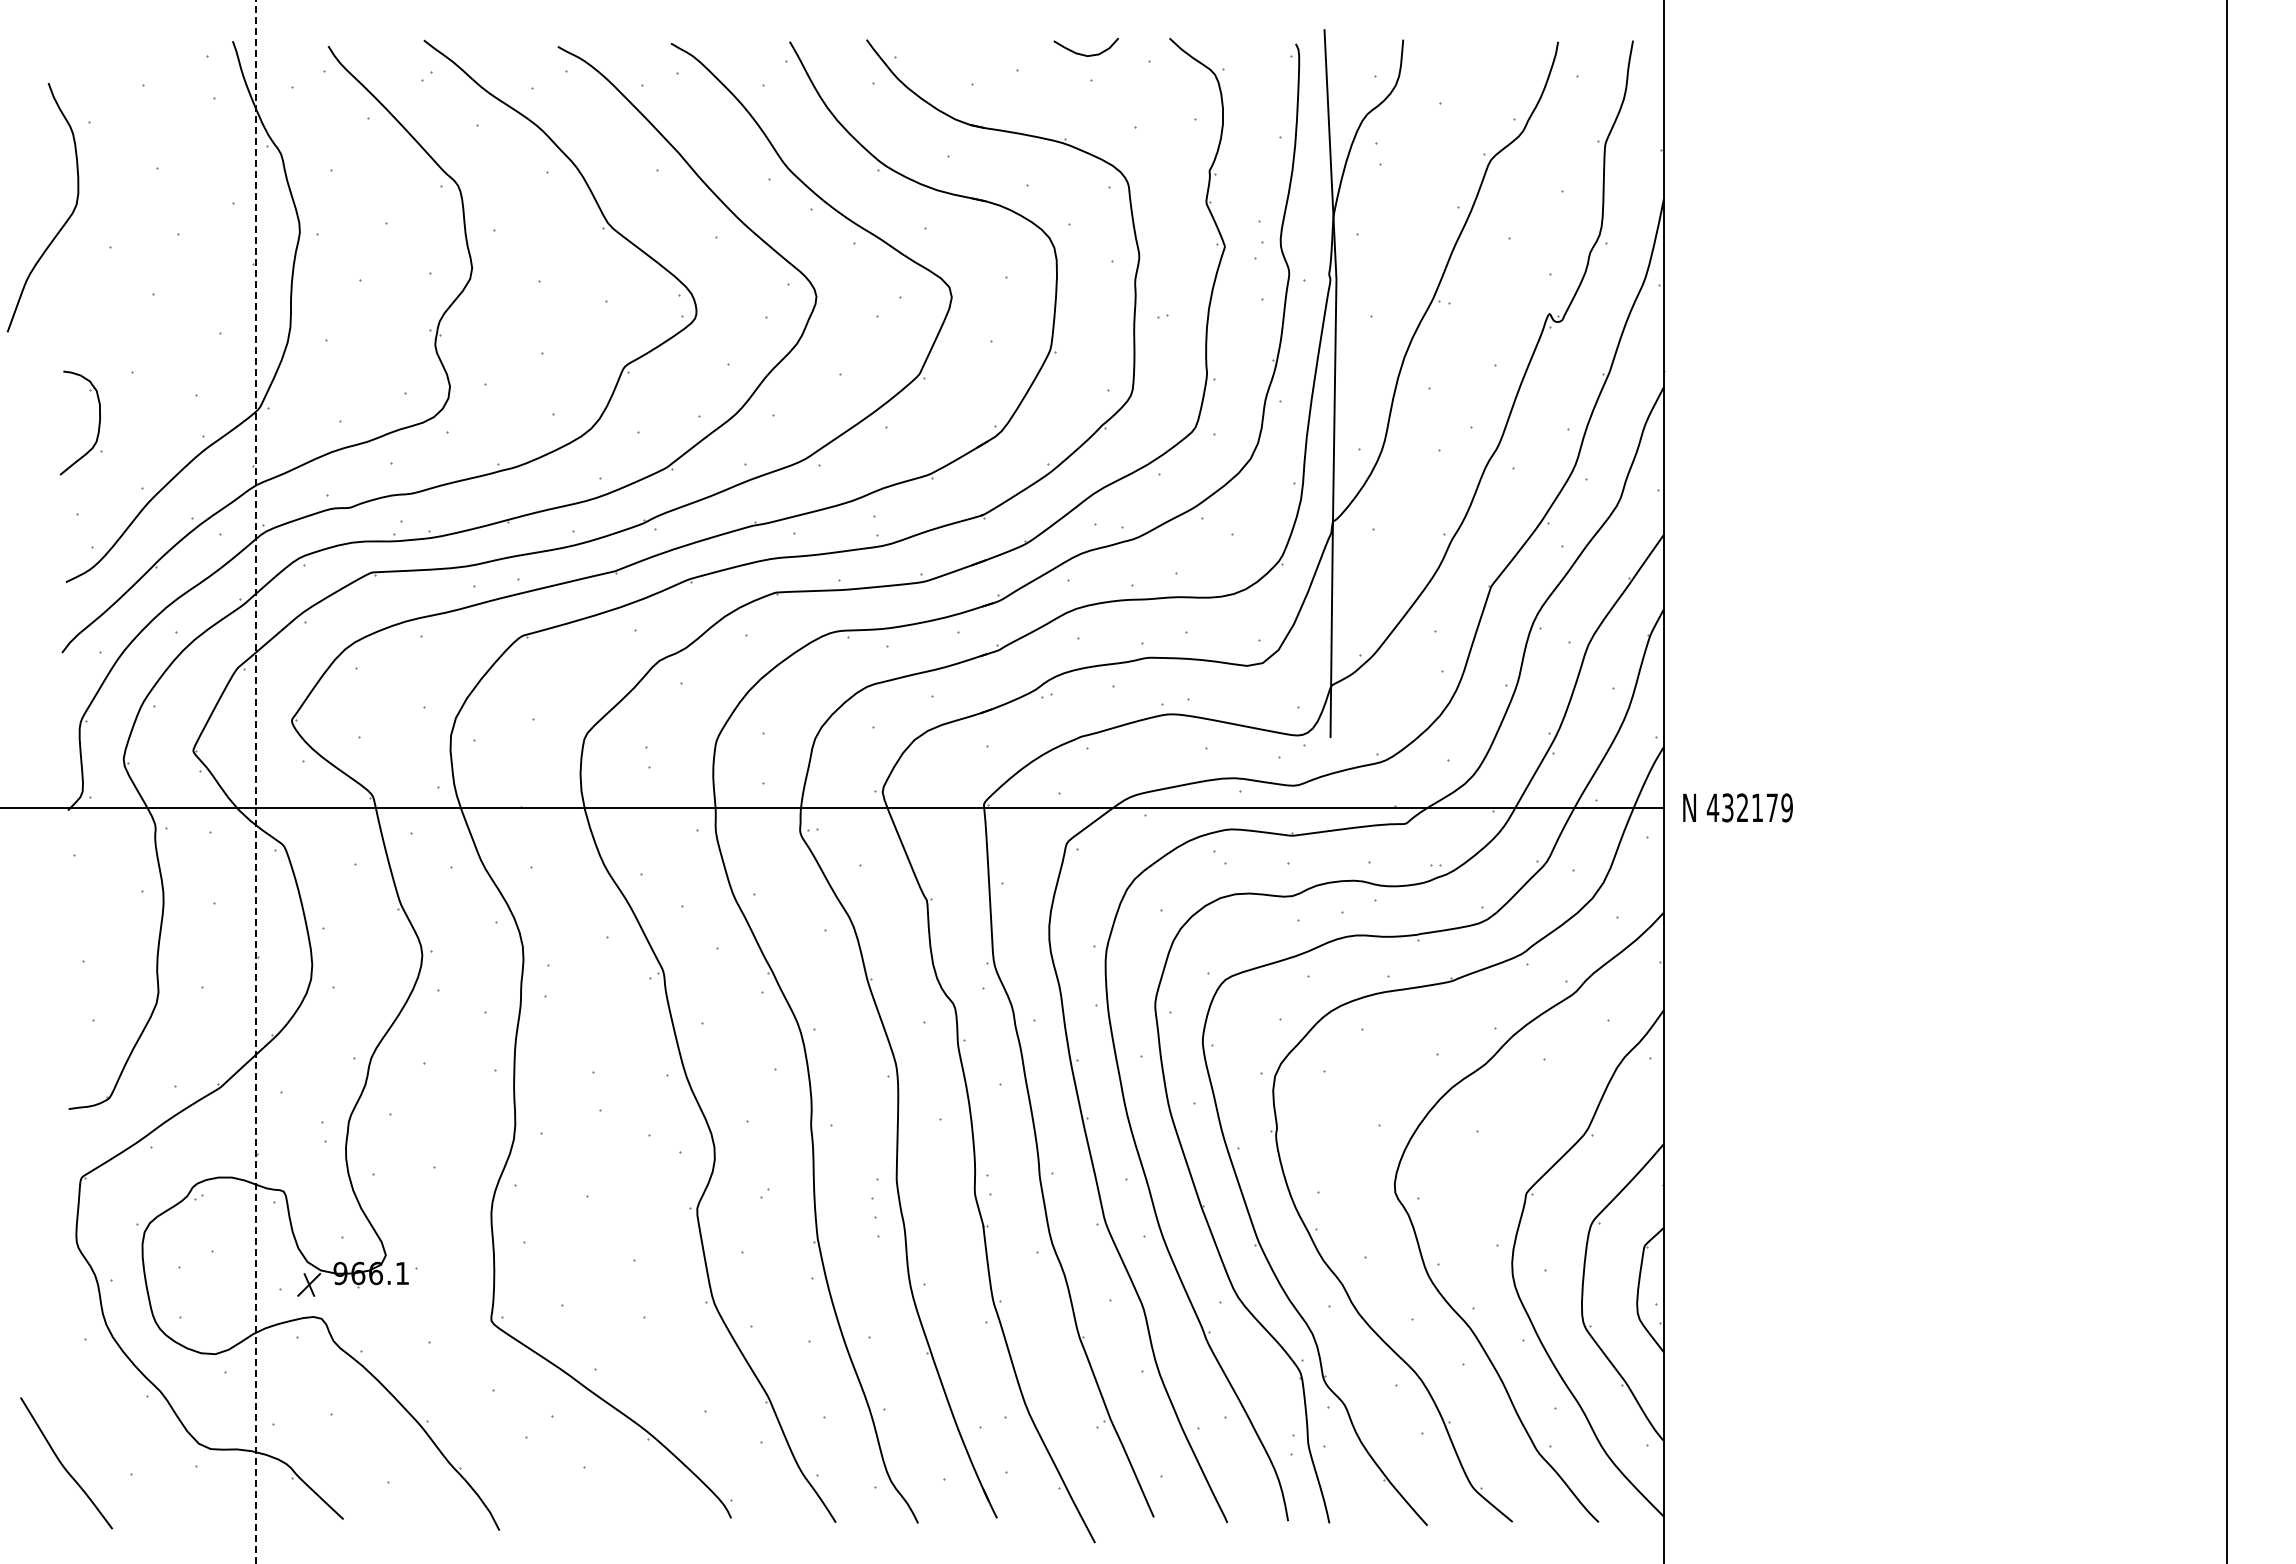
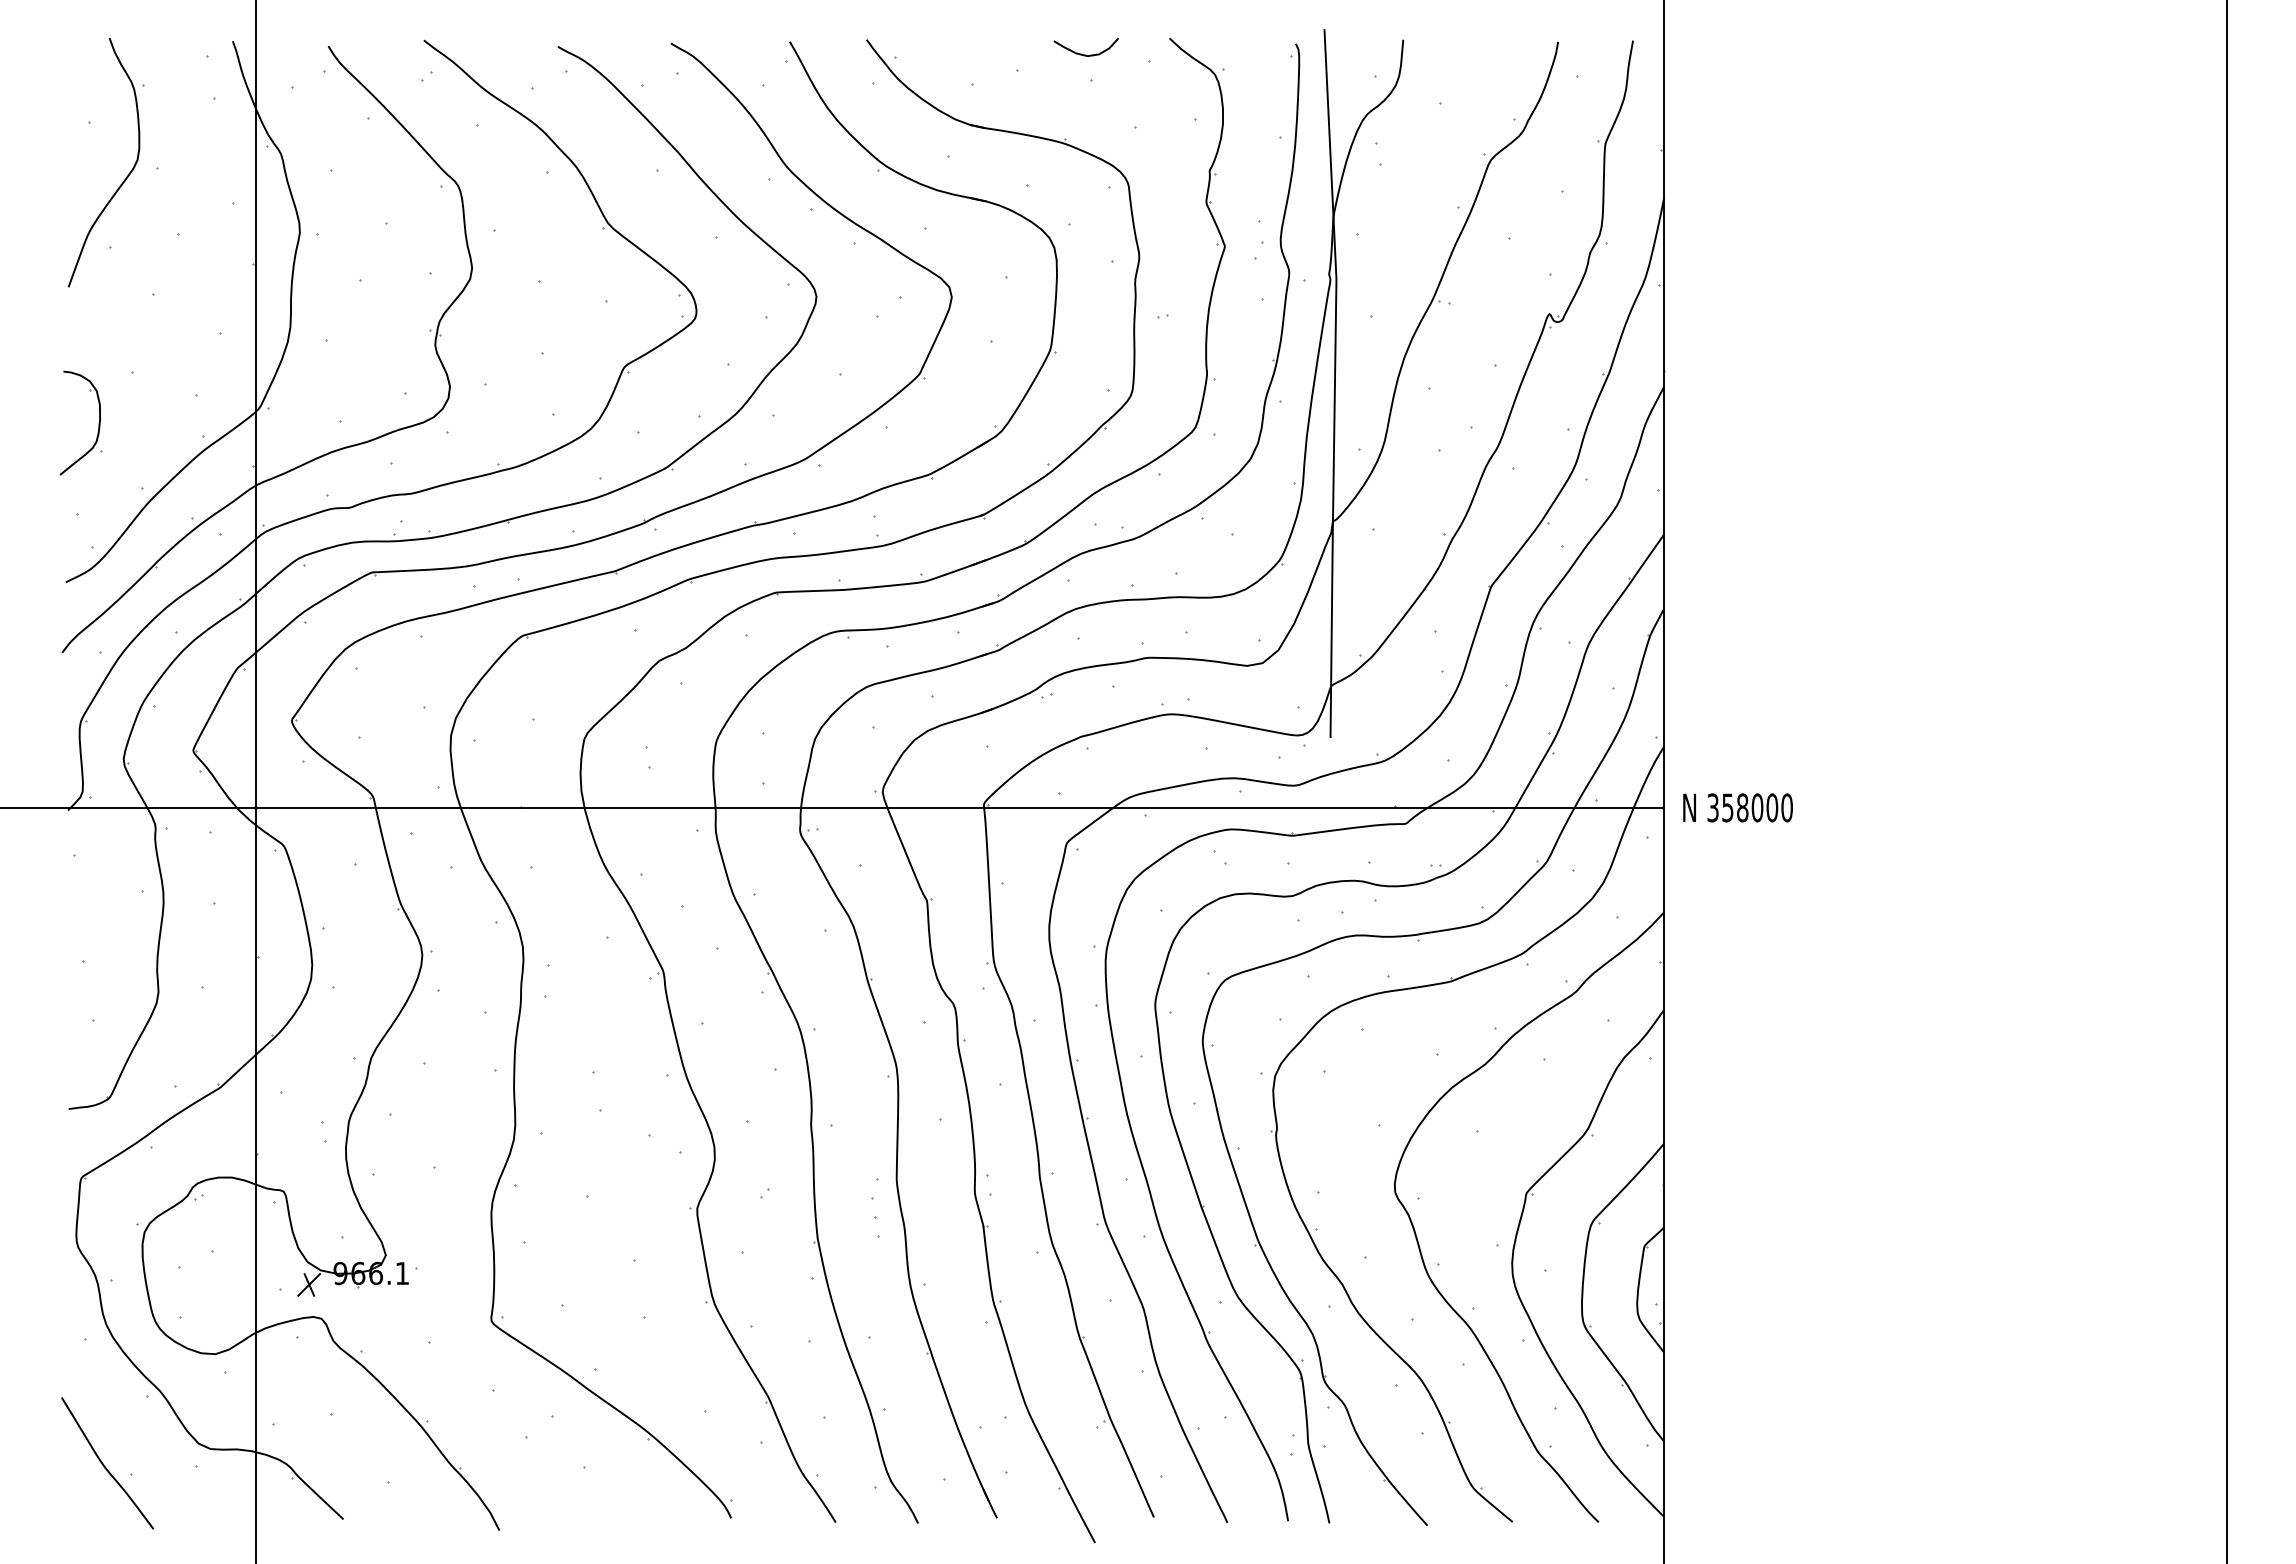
curve at (62, 225) position: (62, 225) -> (123, 180)
line at (256, 781): dashed -> solid
text at (1749, 807): 432179 -> 358000
curve at (63, 1464) position: (63, 1464) -> (104, 1464)
